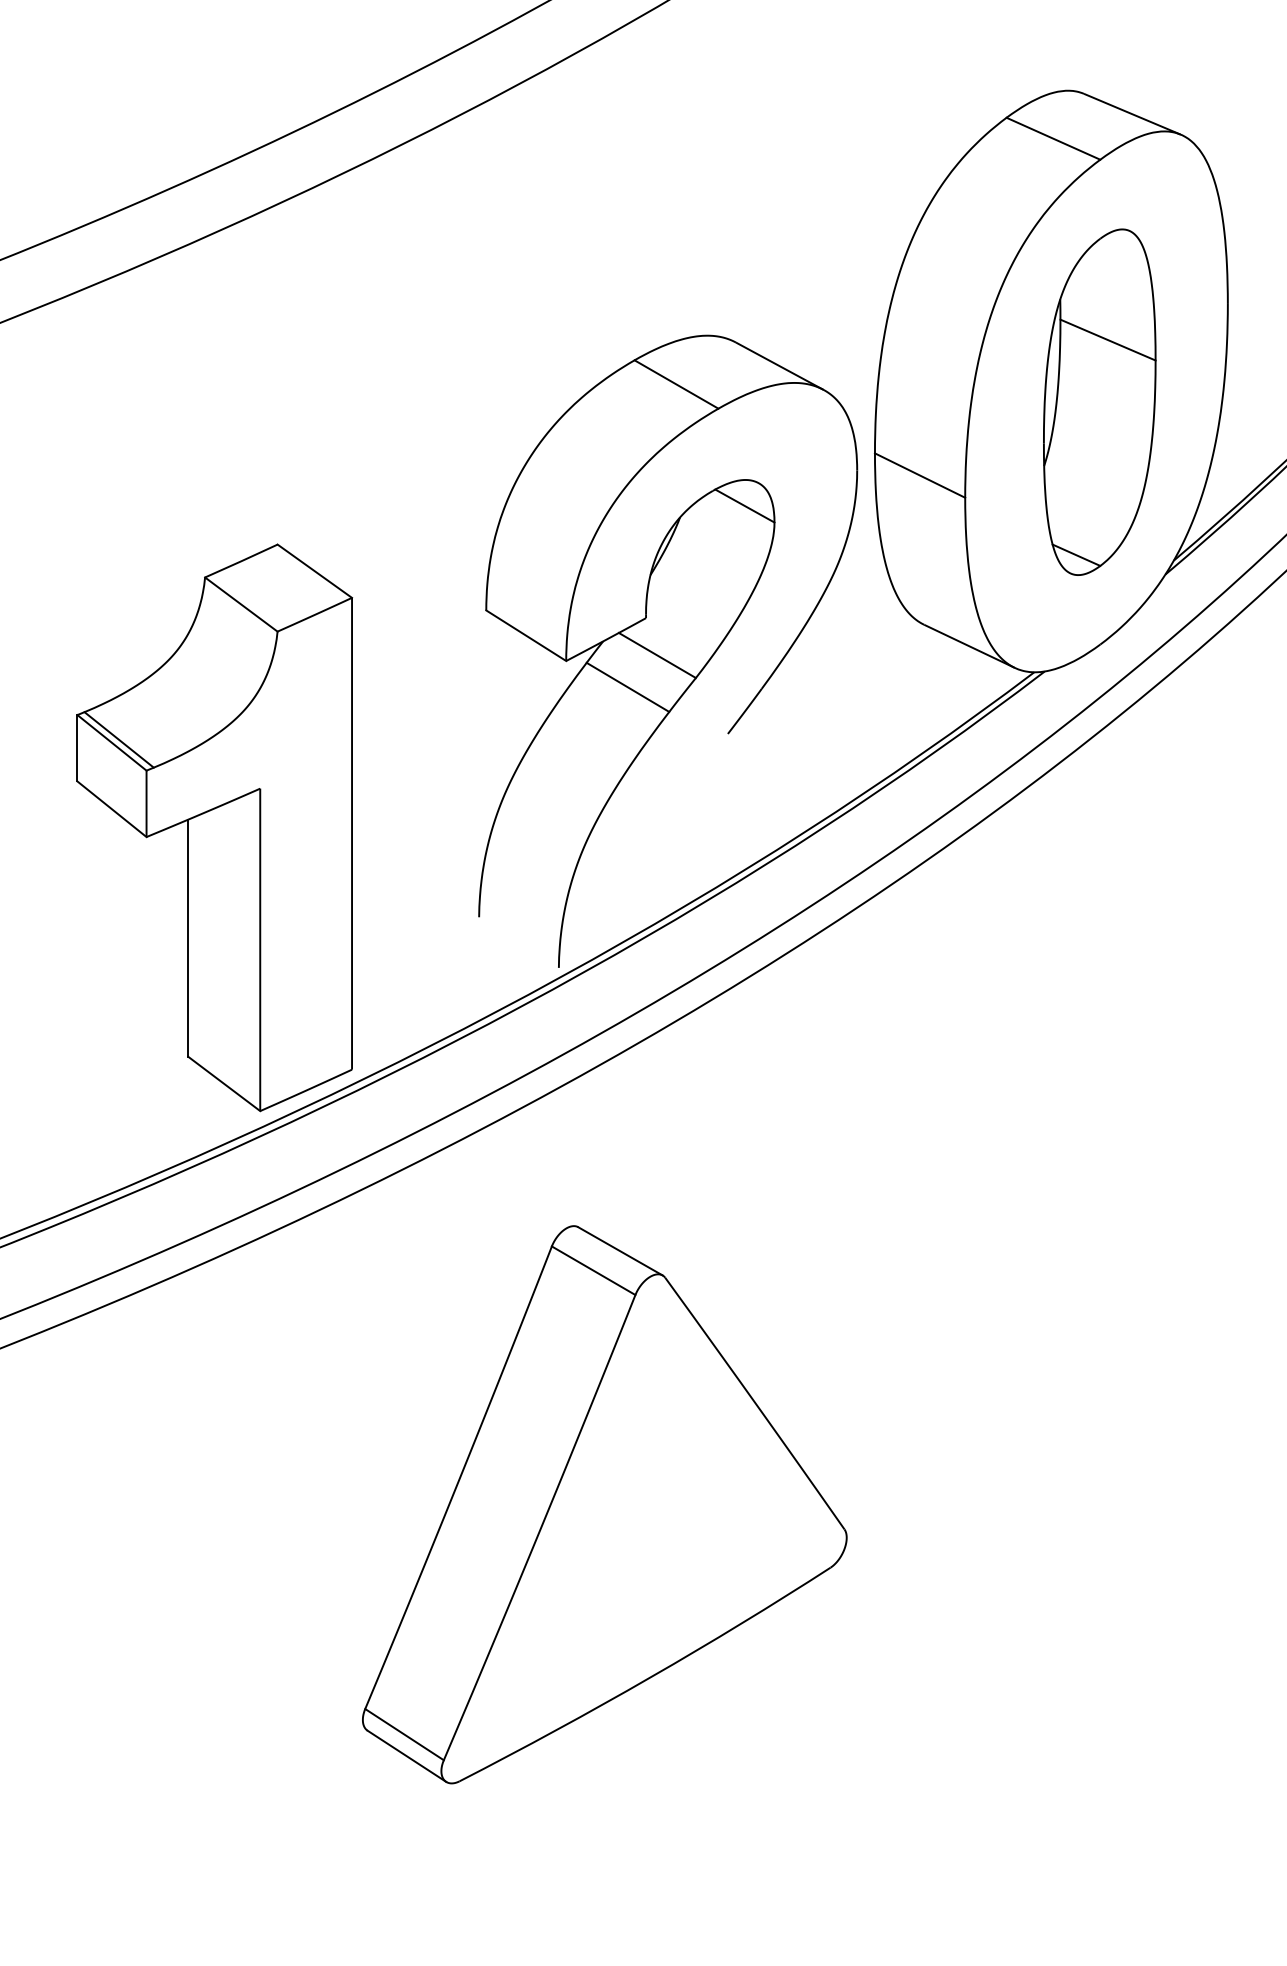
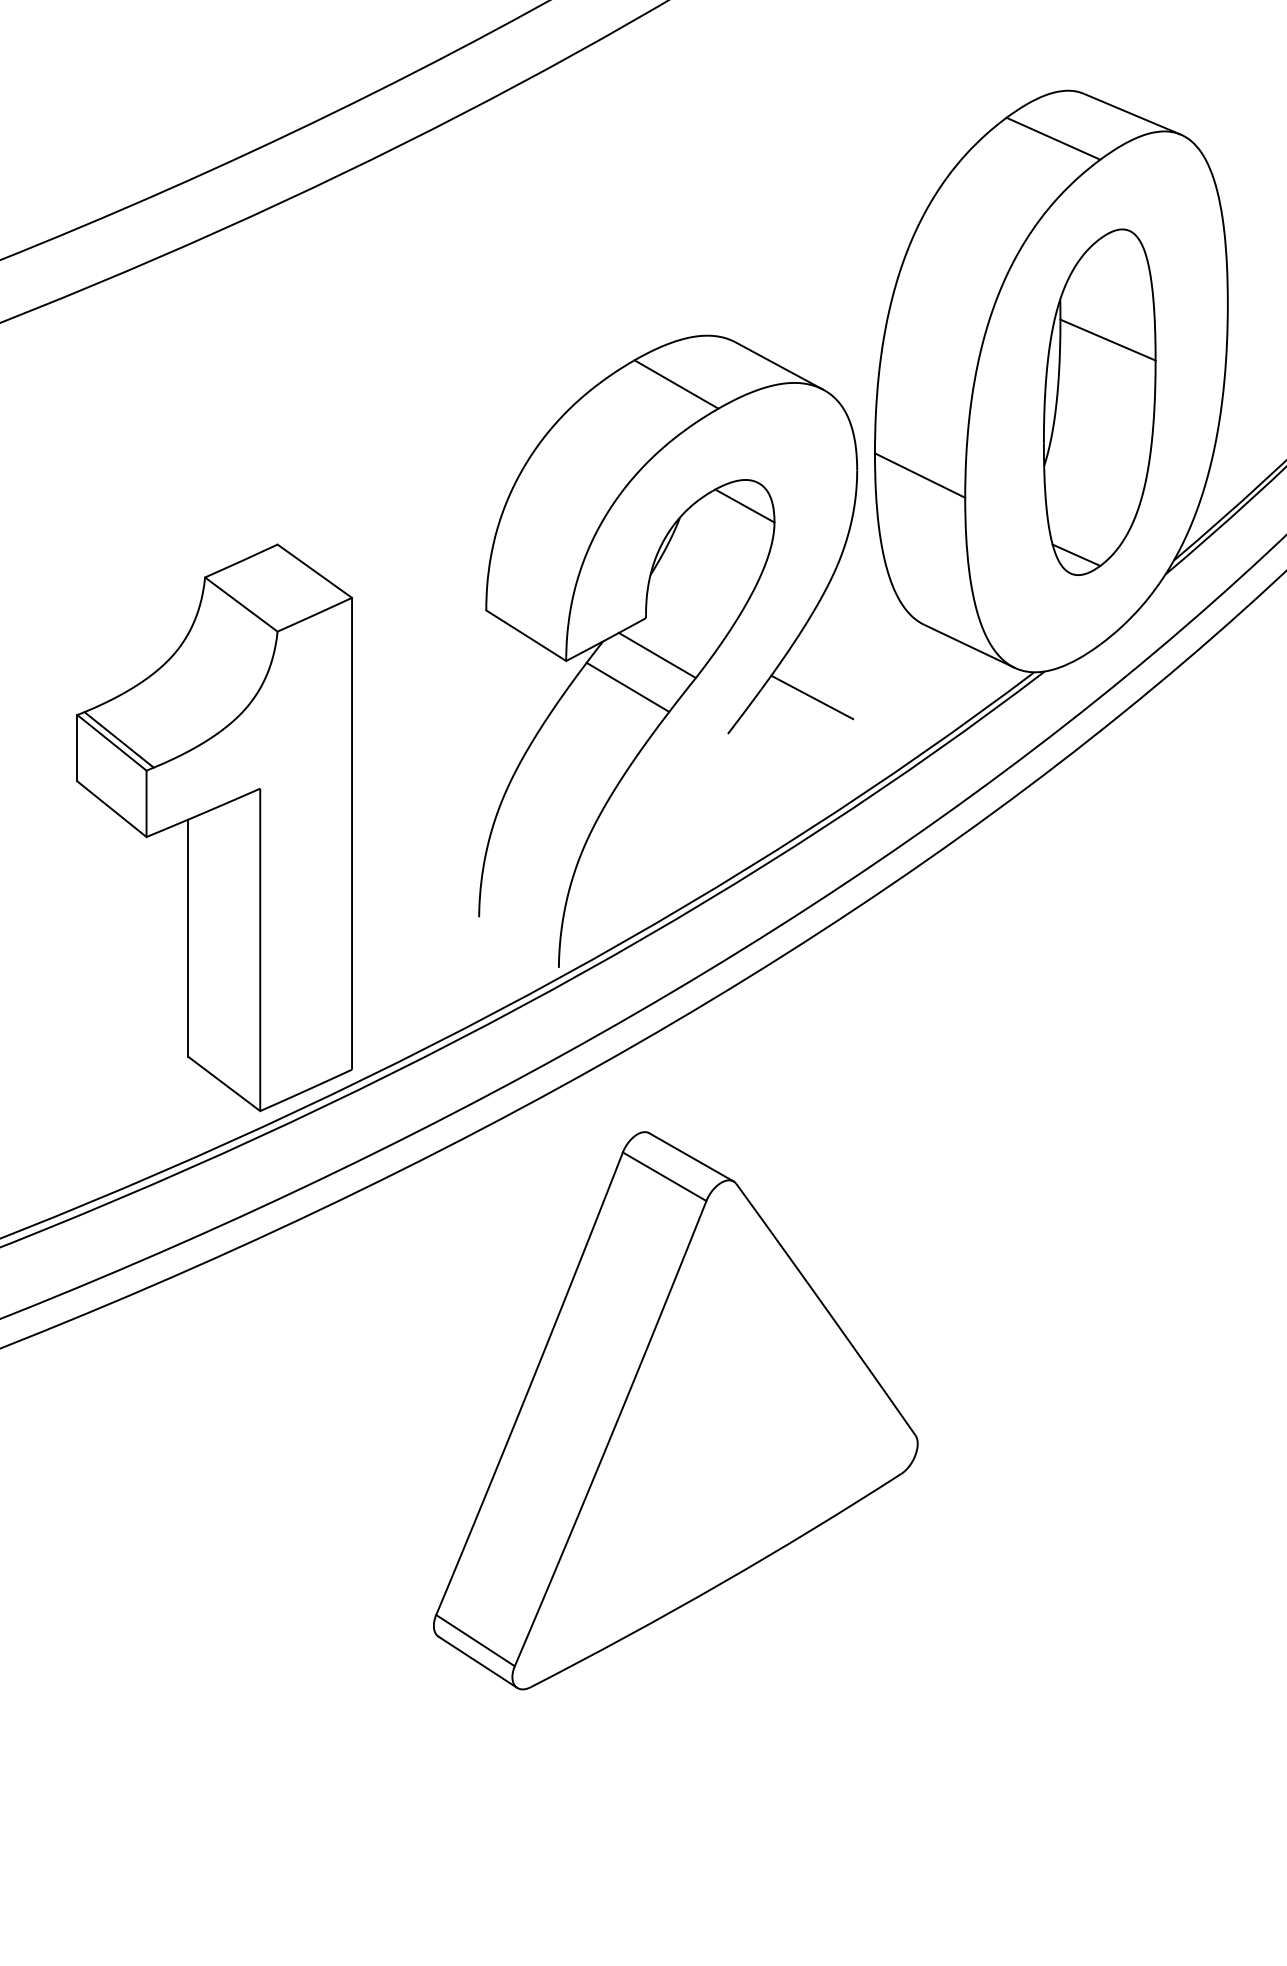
line at (812, 697): none -> present
part at (604, 1504) position: (604, 1504) -> (675, 1410)
